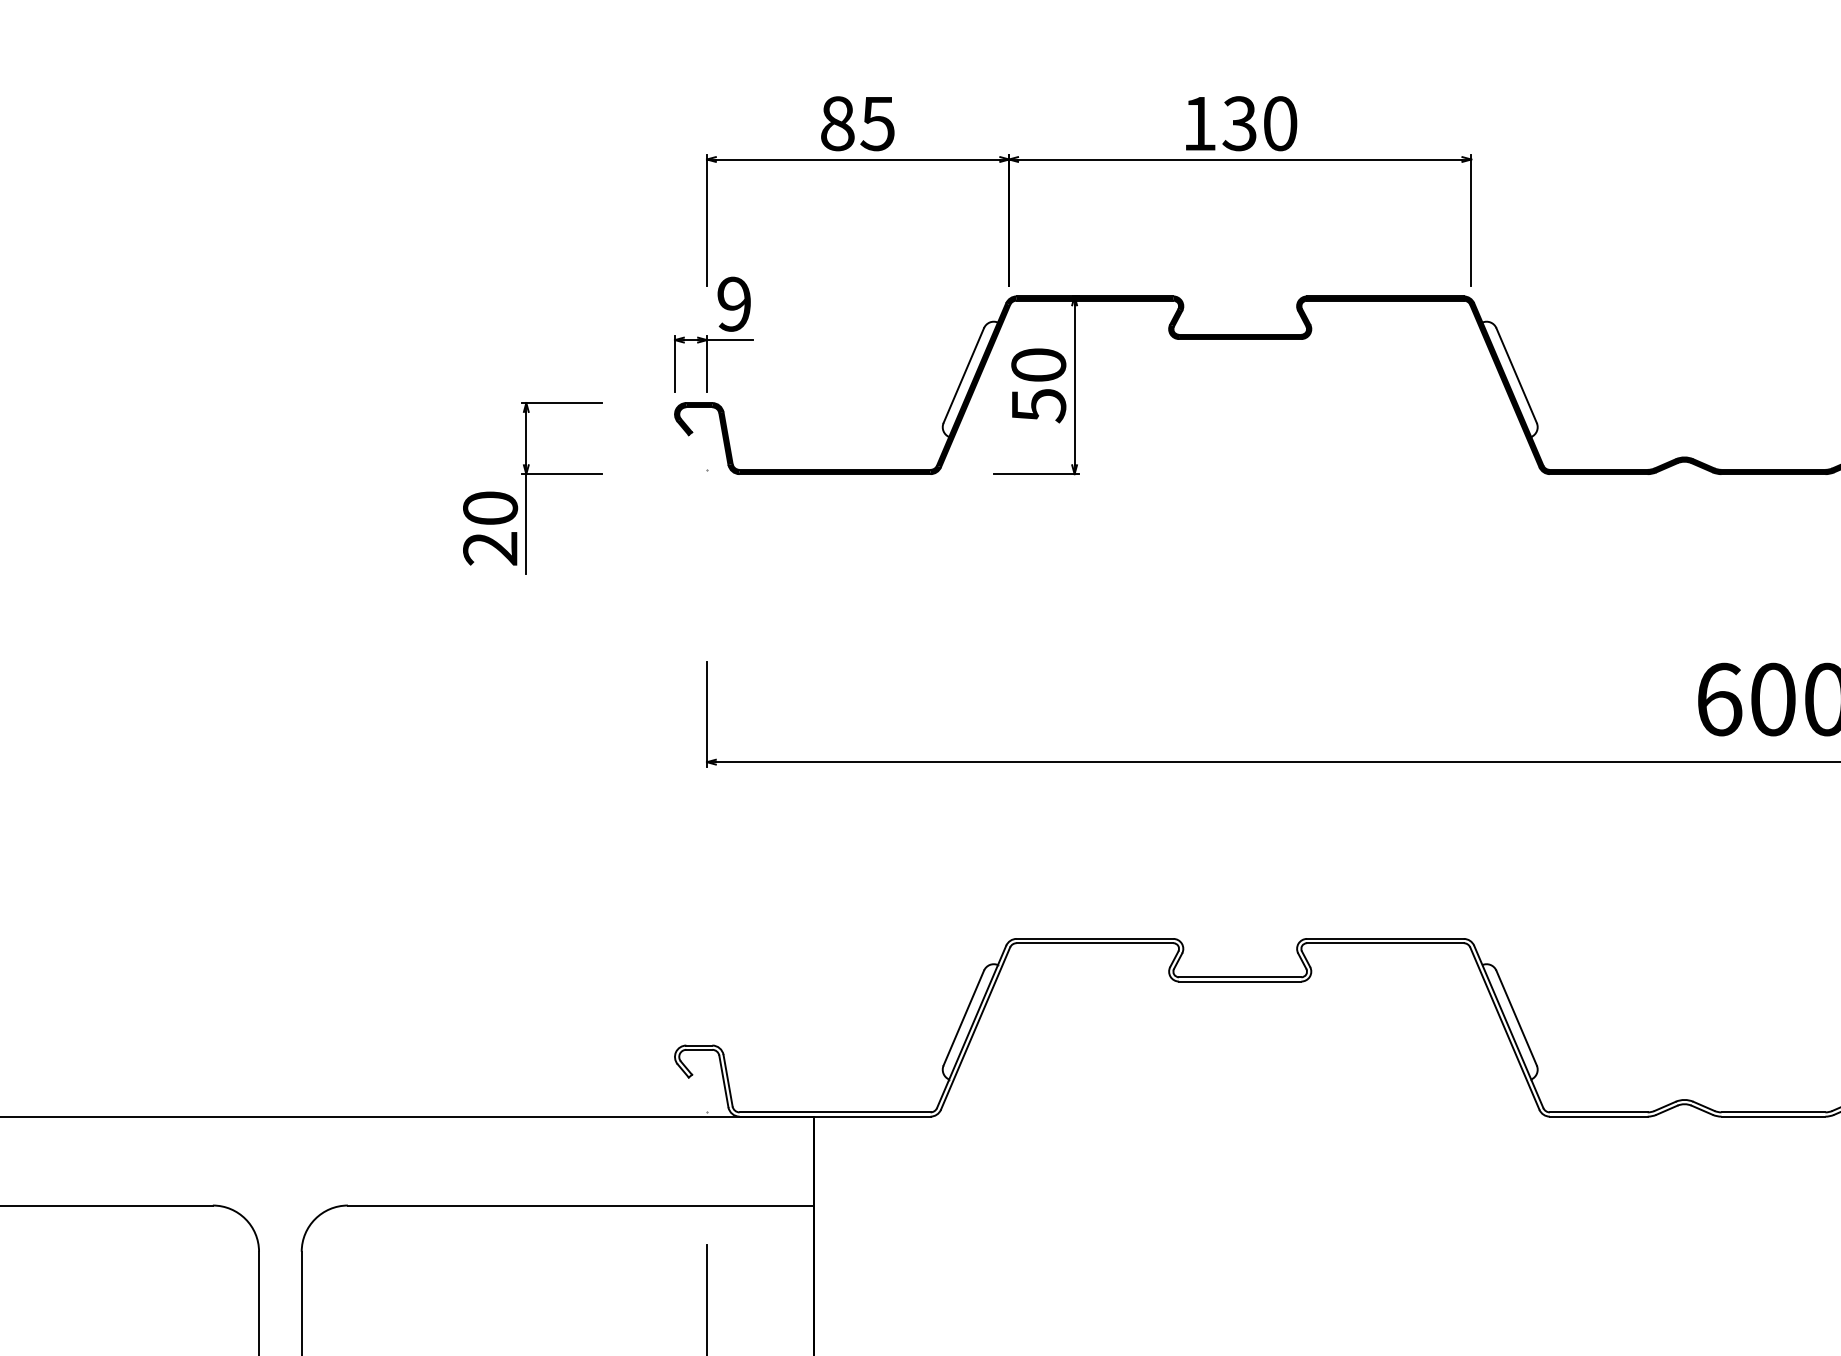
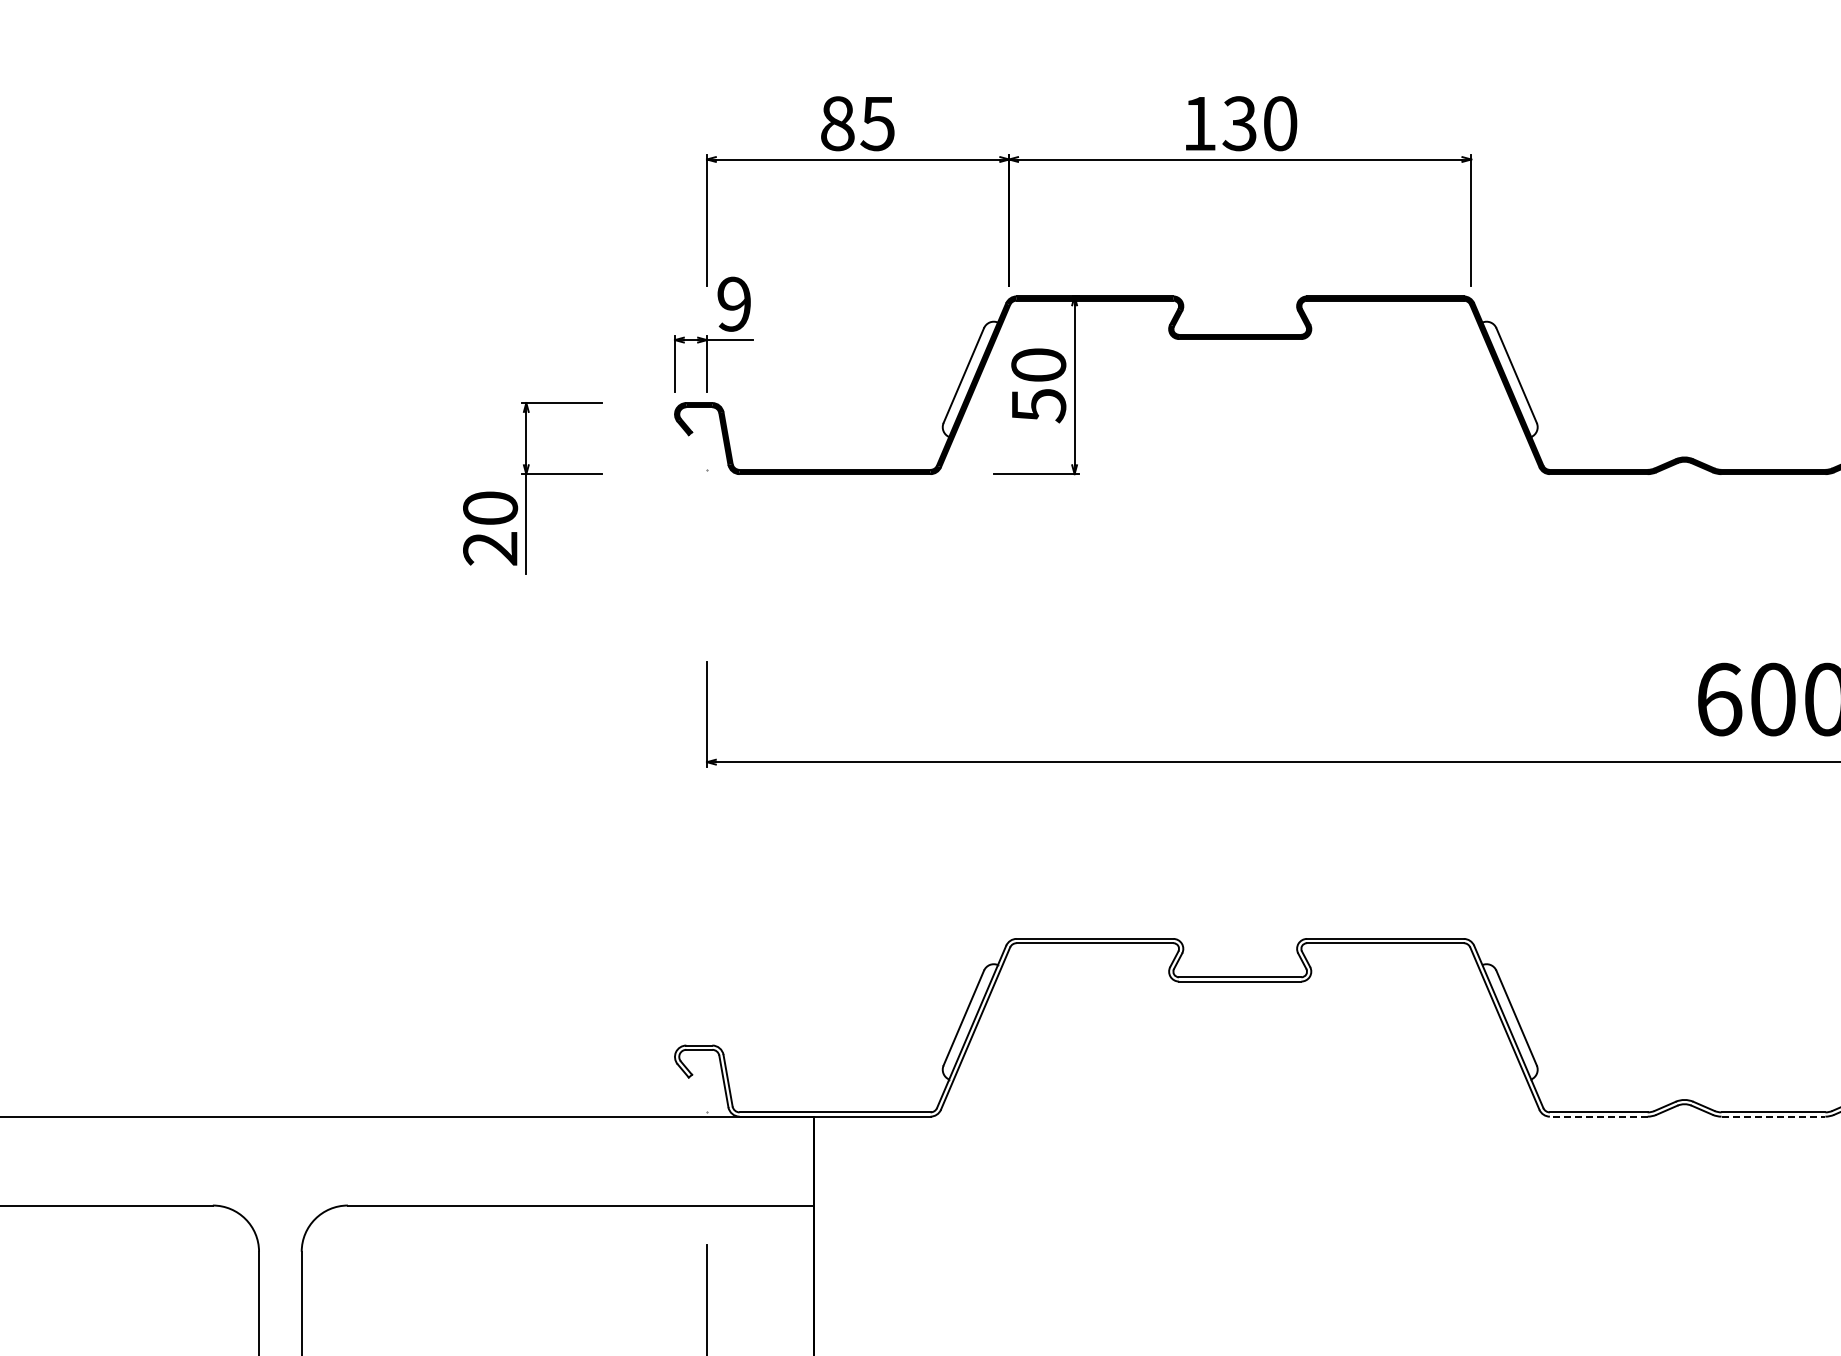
line at (1598, 1116): solid -> dashed
line at (1773, 1116): solid -> dashed
